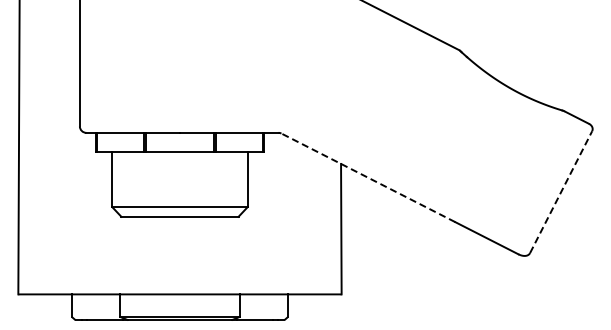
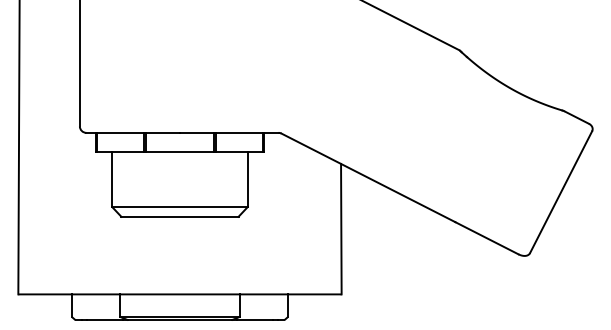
line at (368, 177): dashed -> solid
line at (561, 191): dashed -> solid
